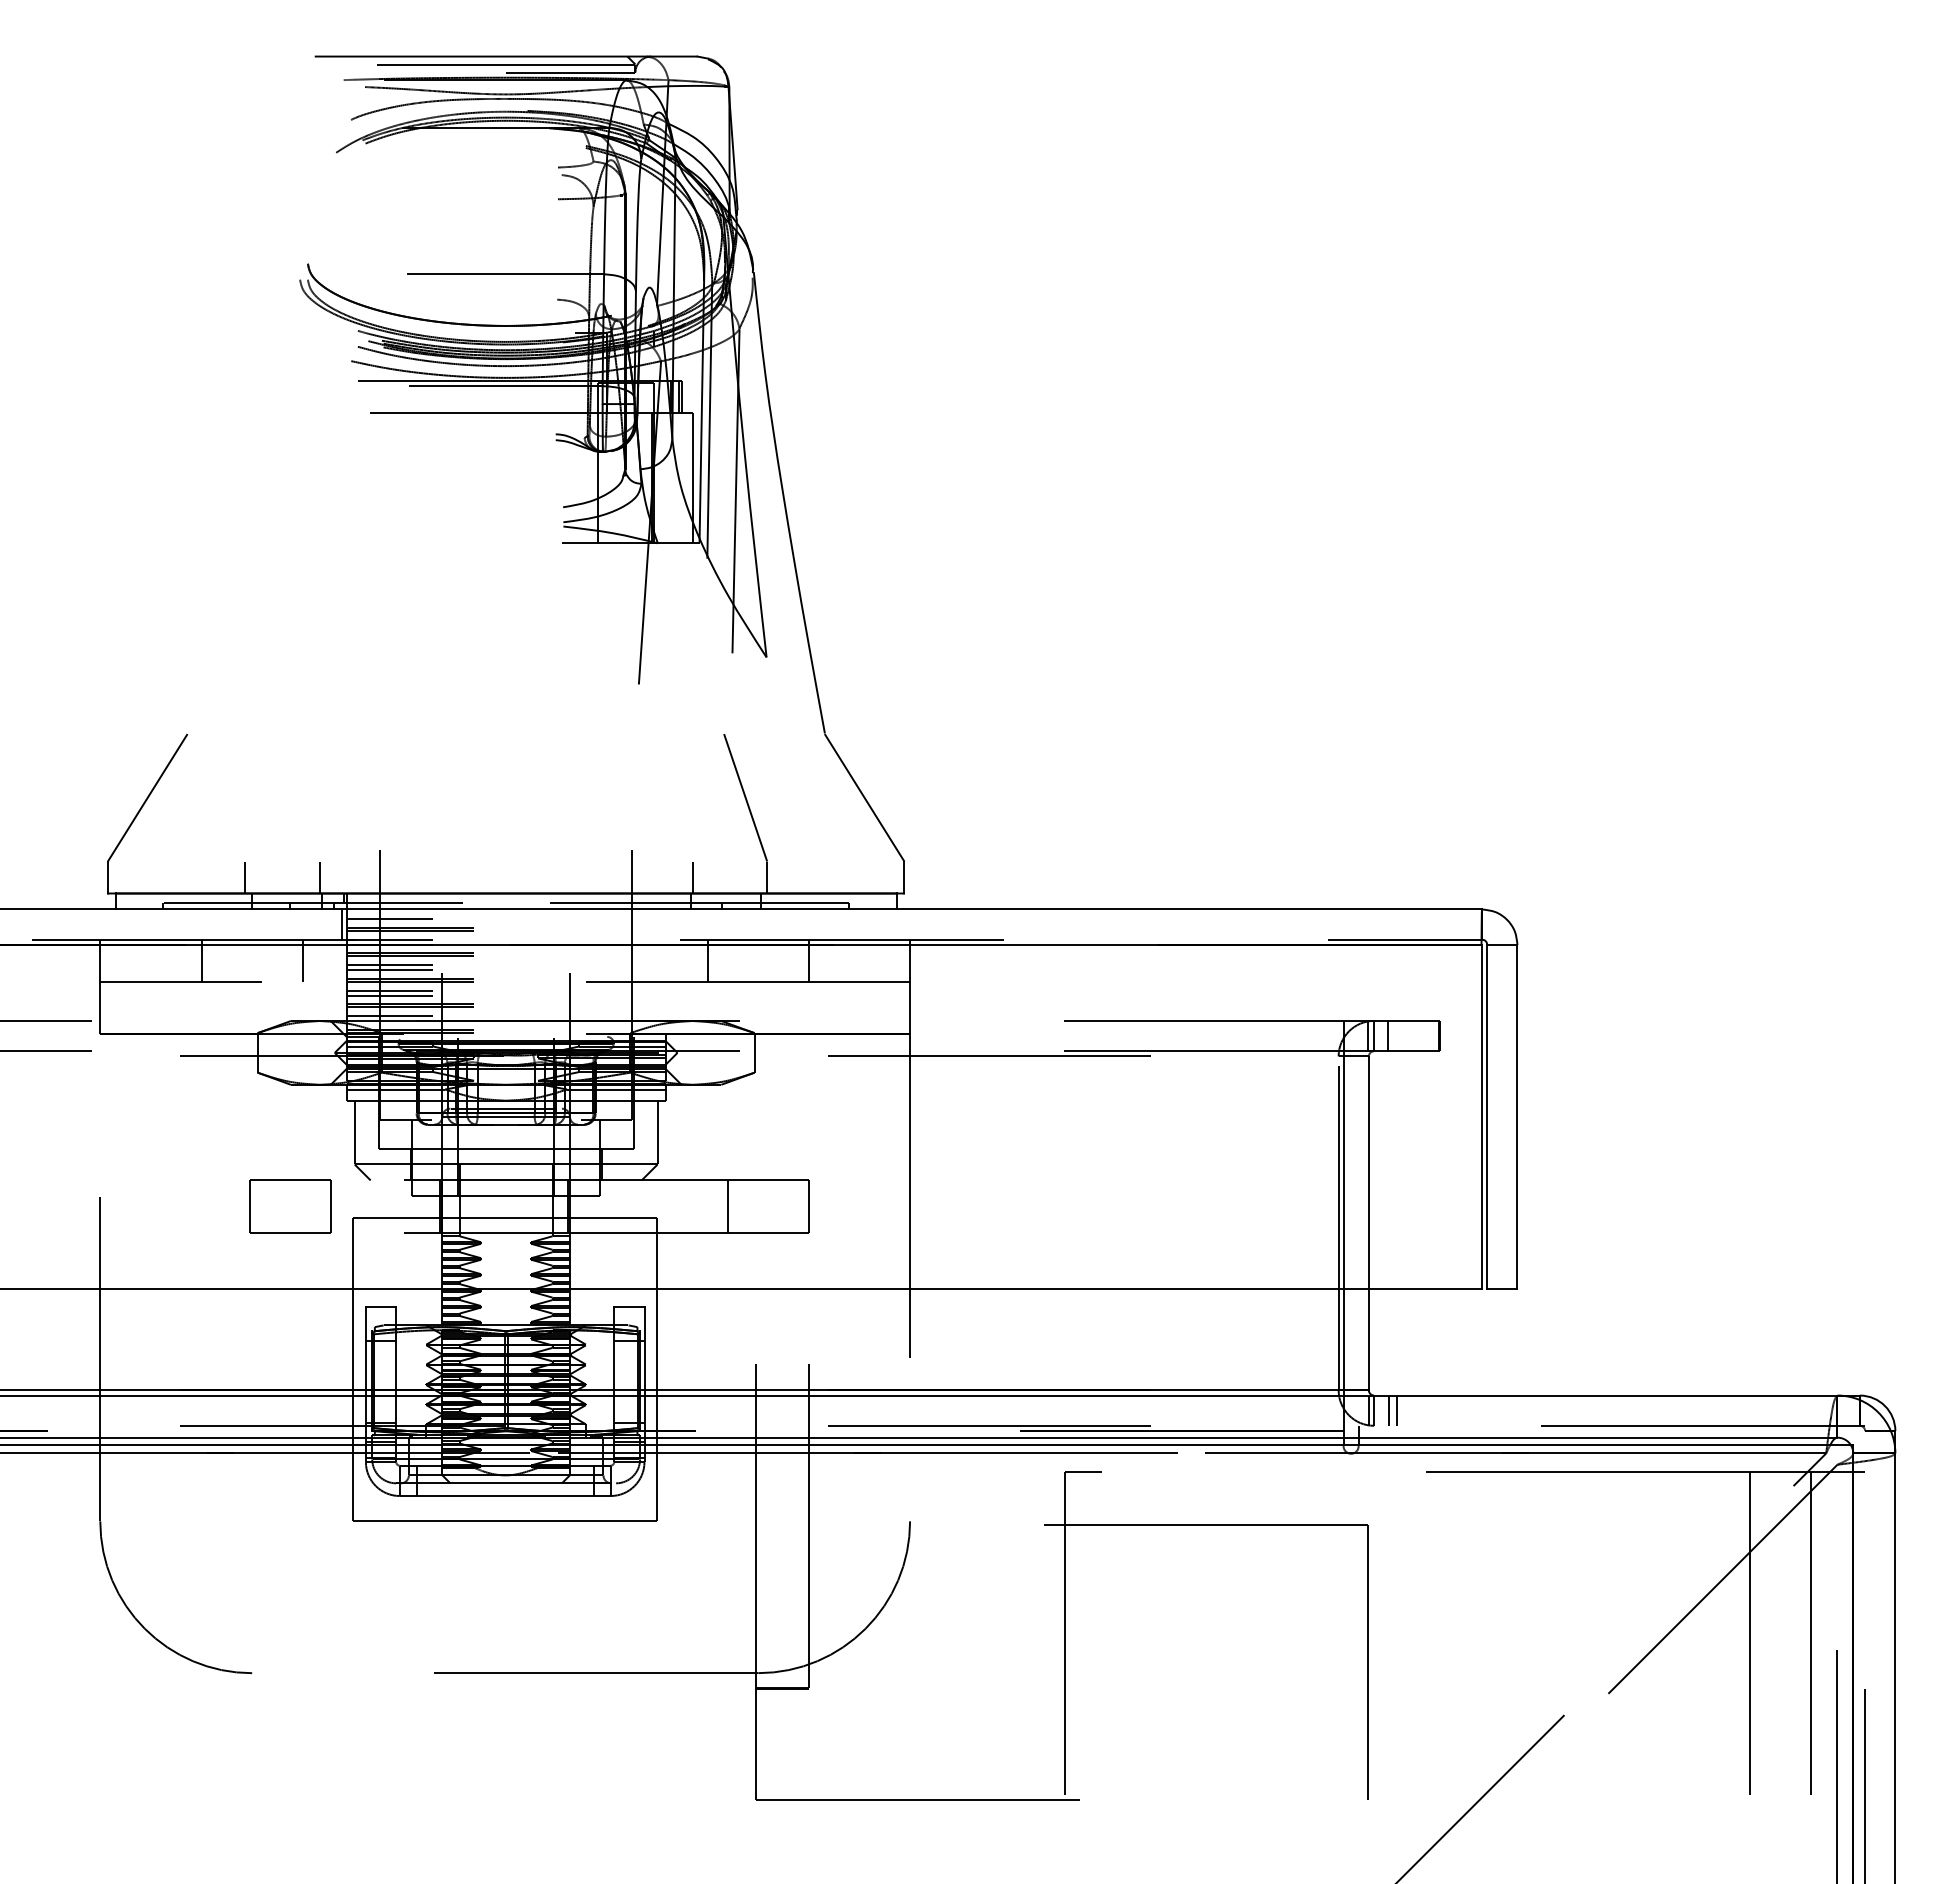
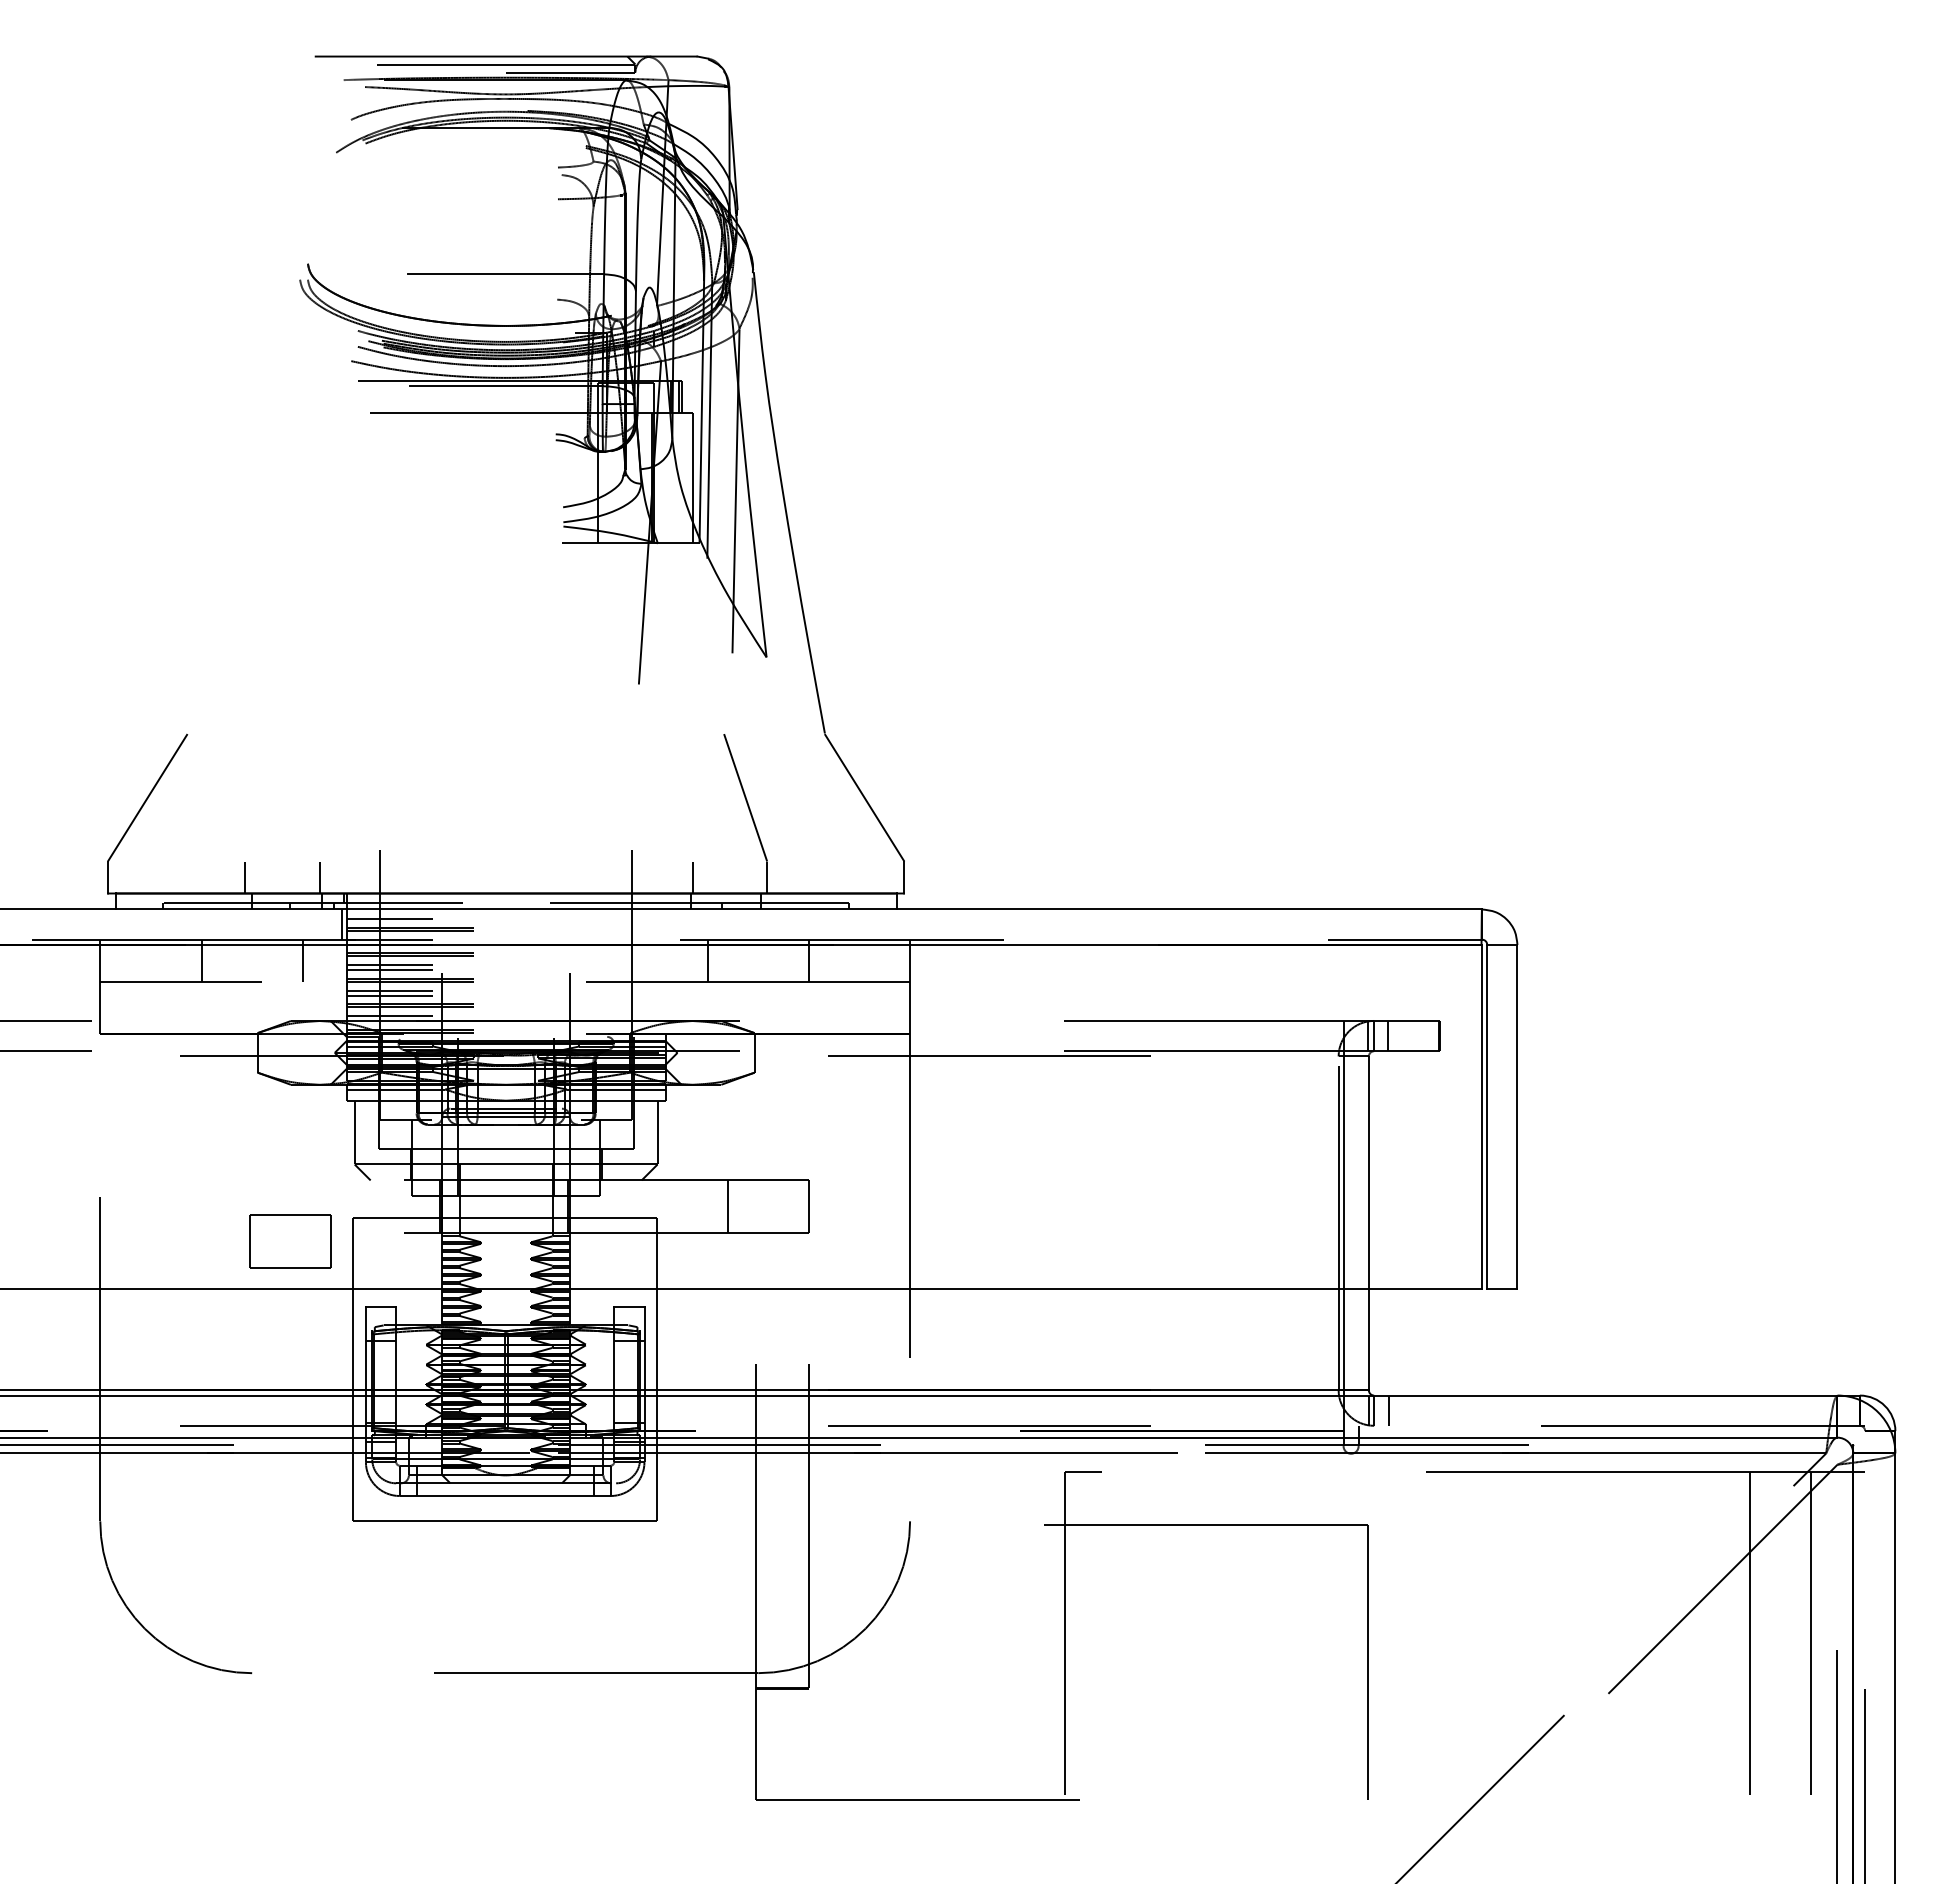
part at (290, 1206) position: (290, 1206) -> (290, 1241)
line at (1396, 1410): present -> none
line at (927, 1444): solid -> dashed
